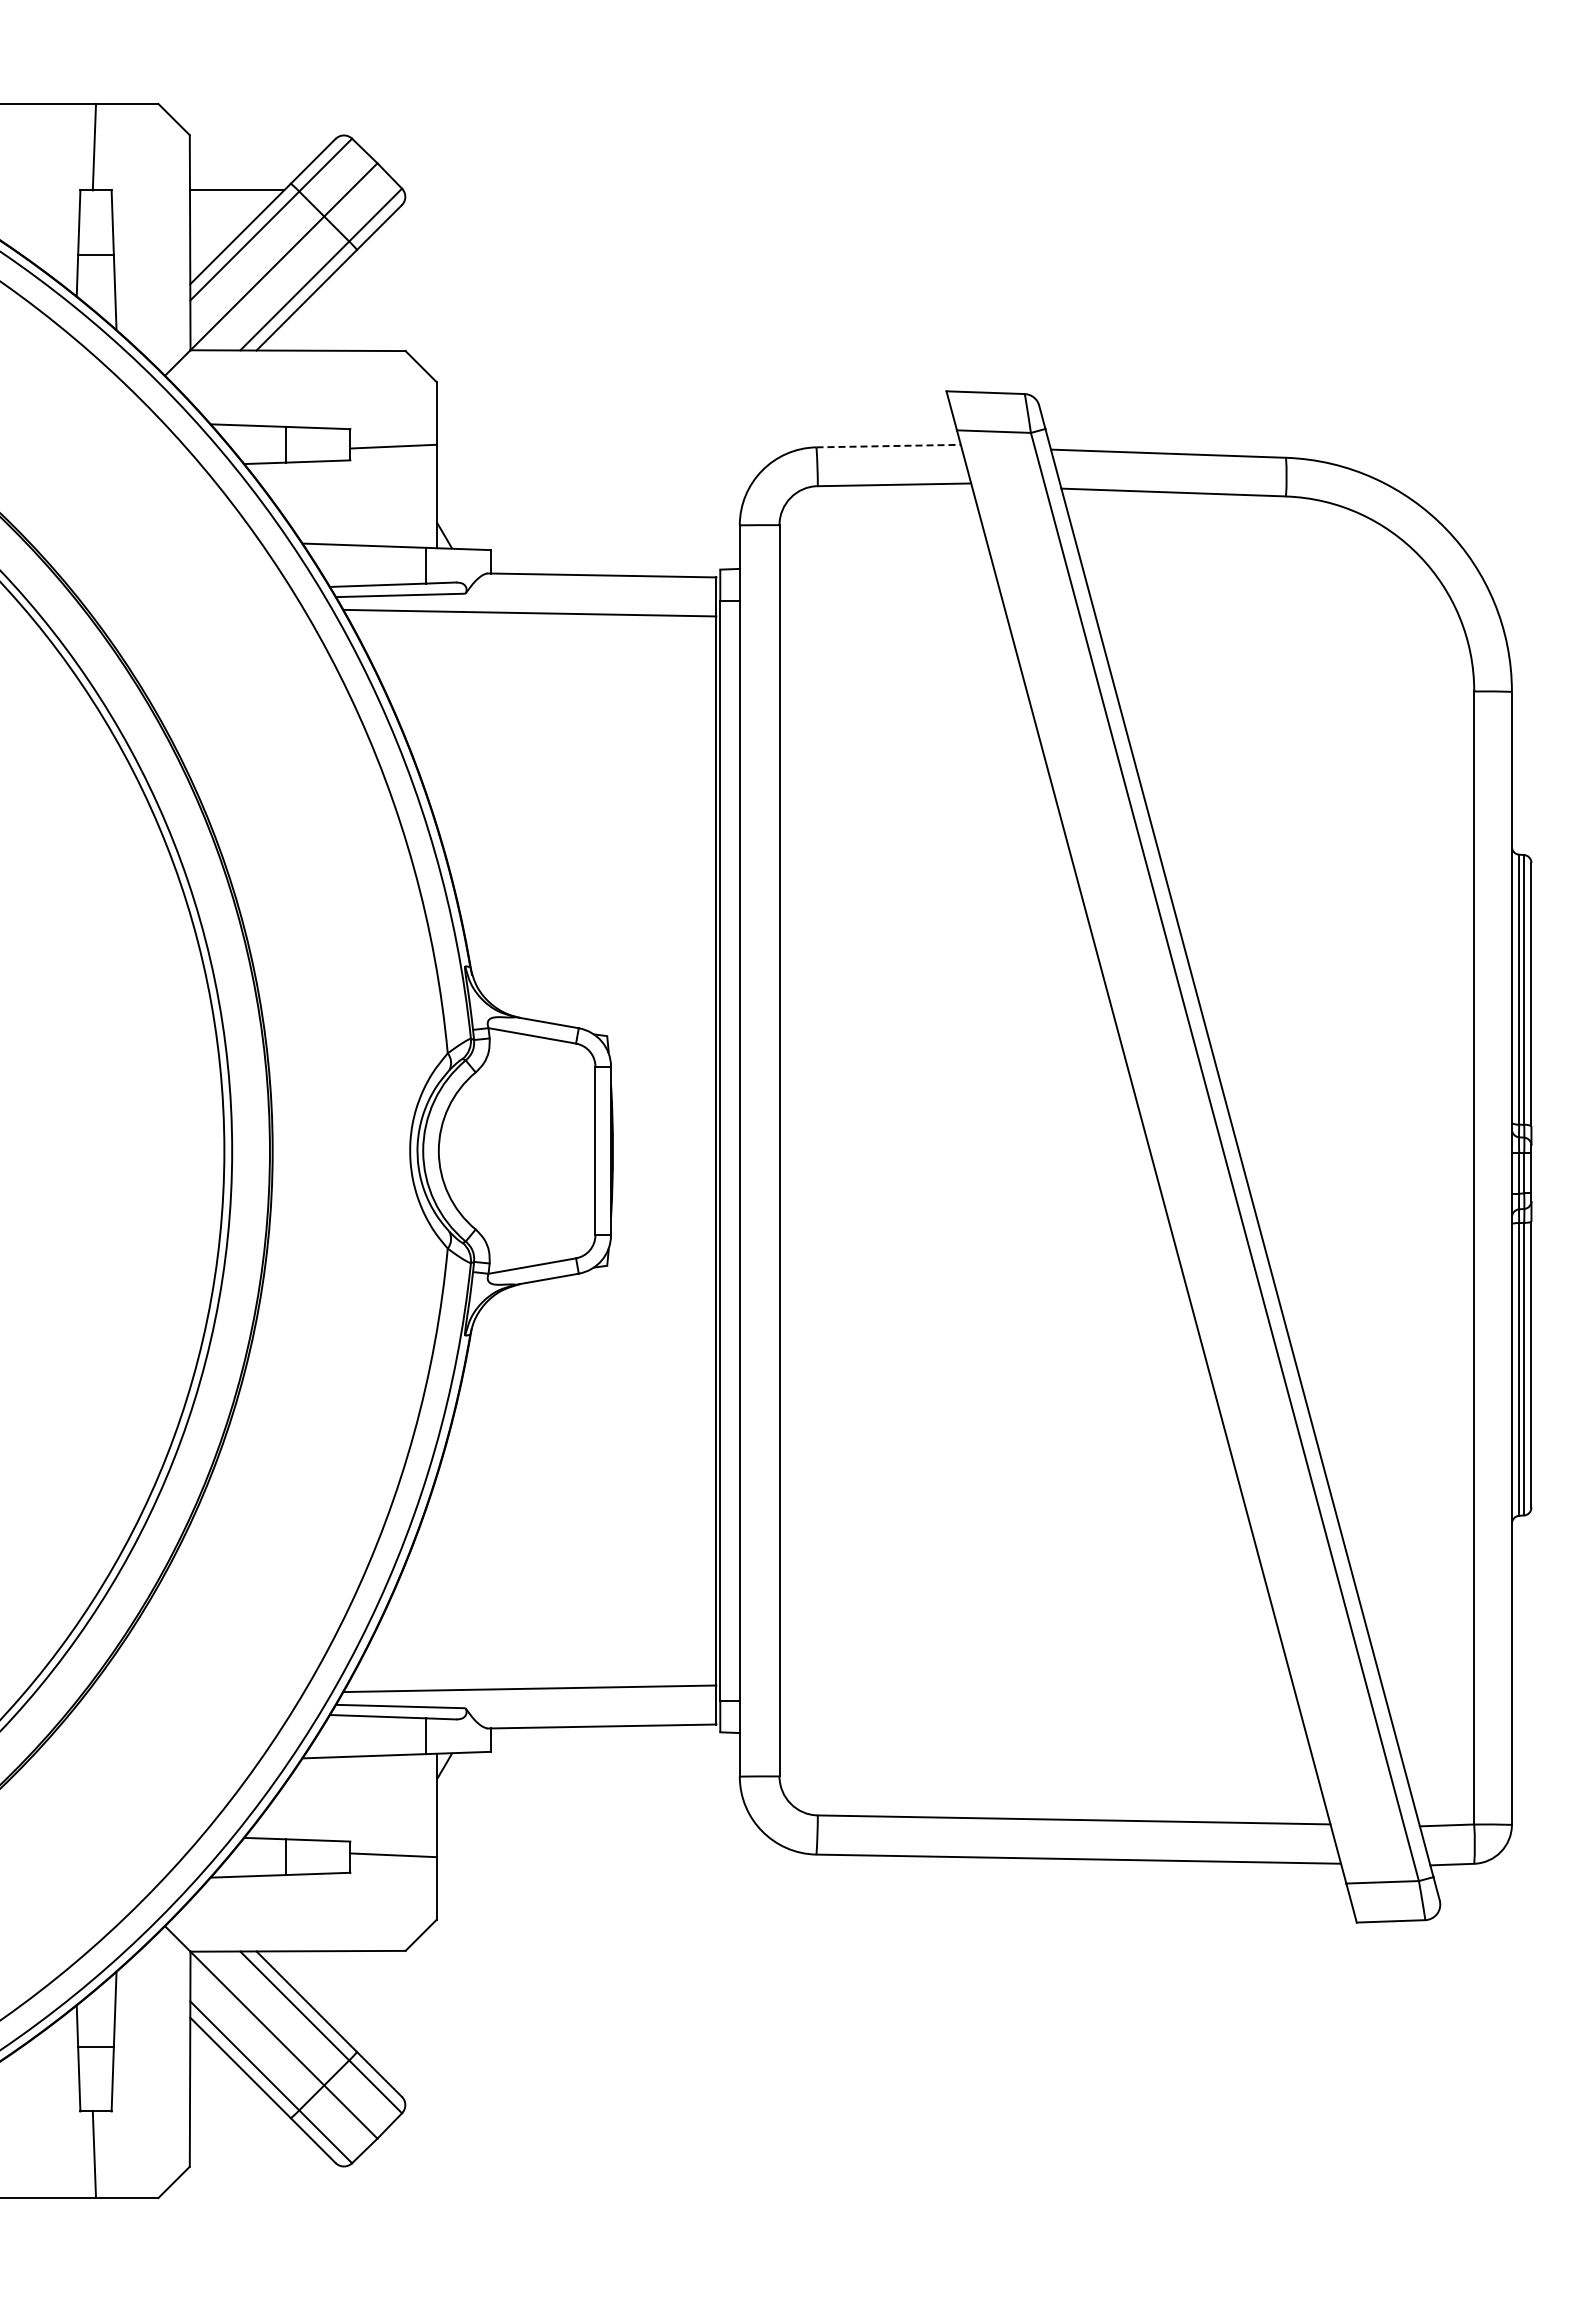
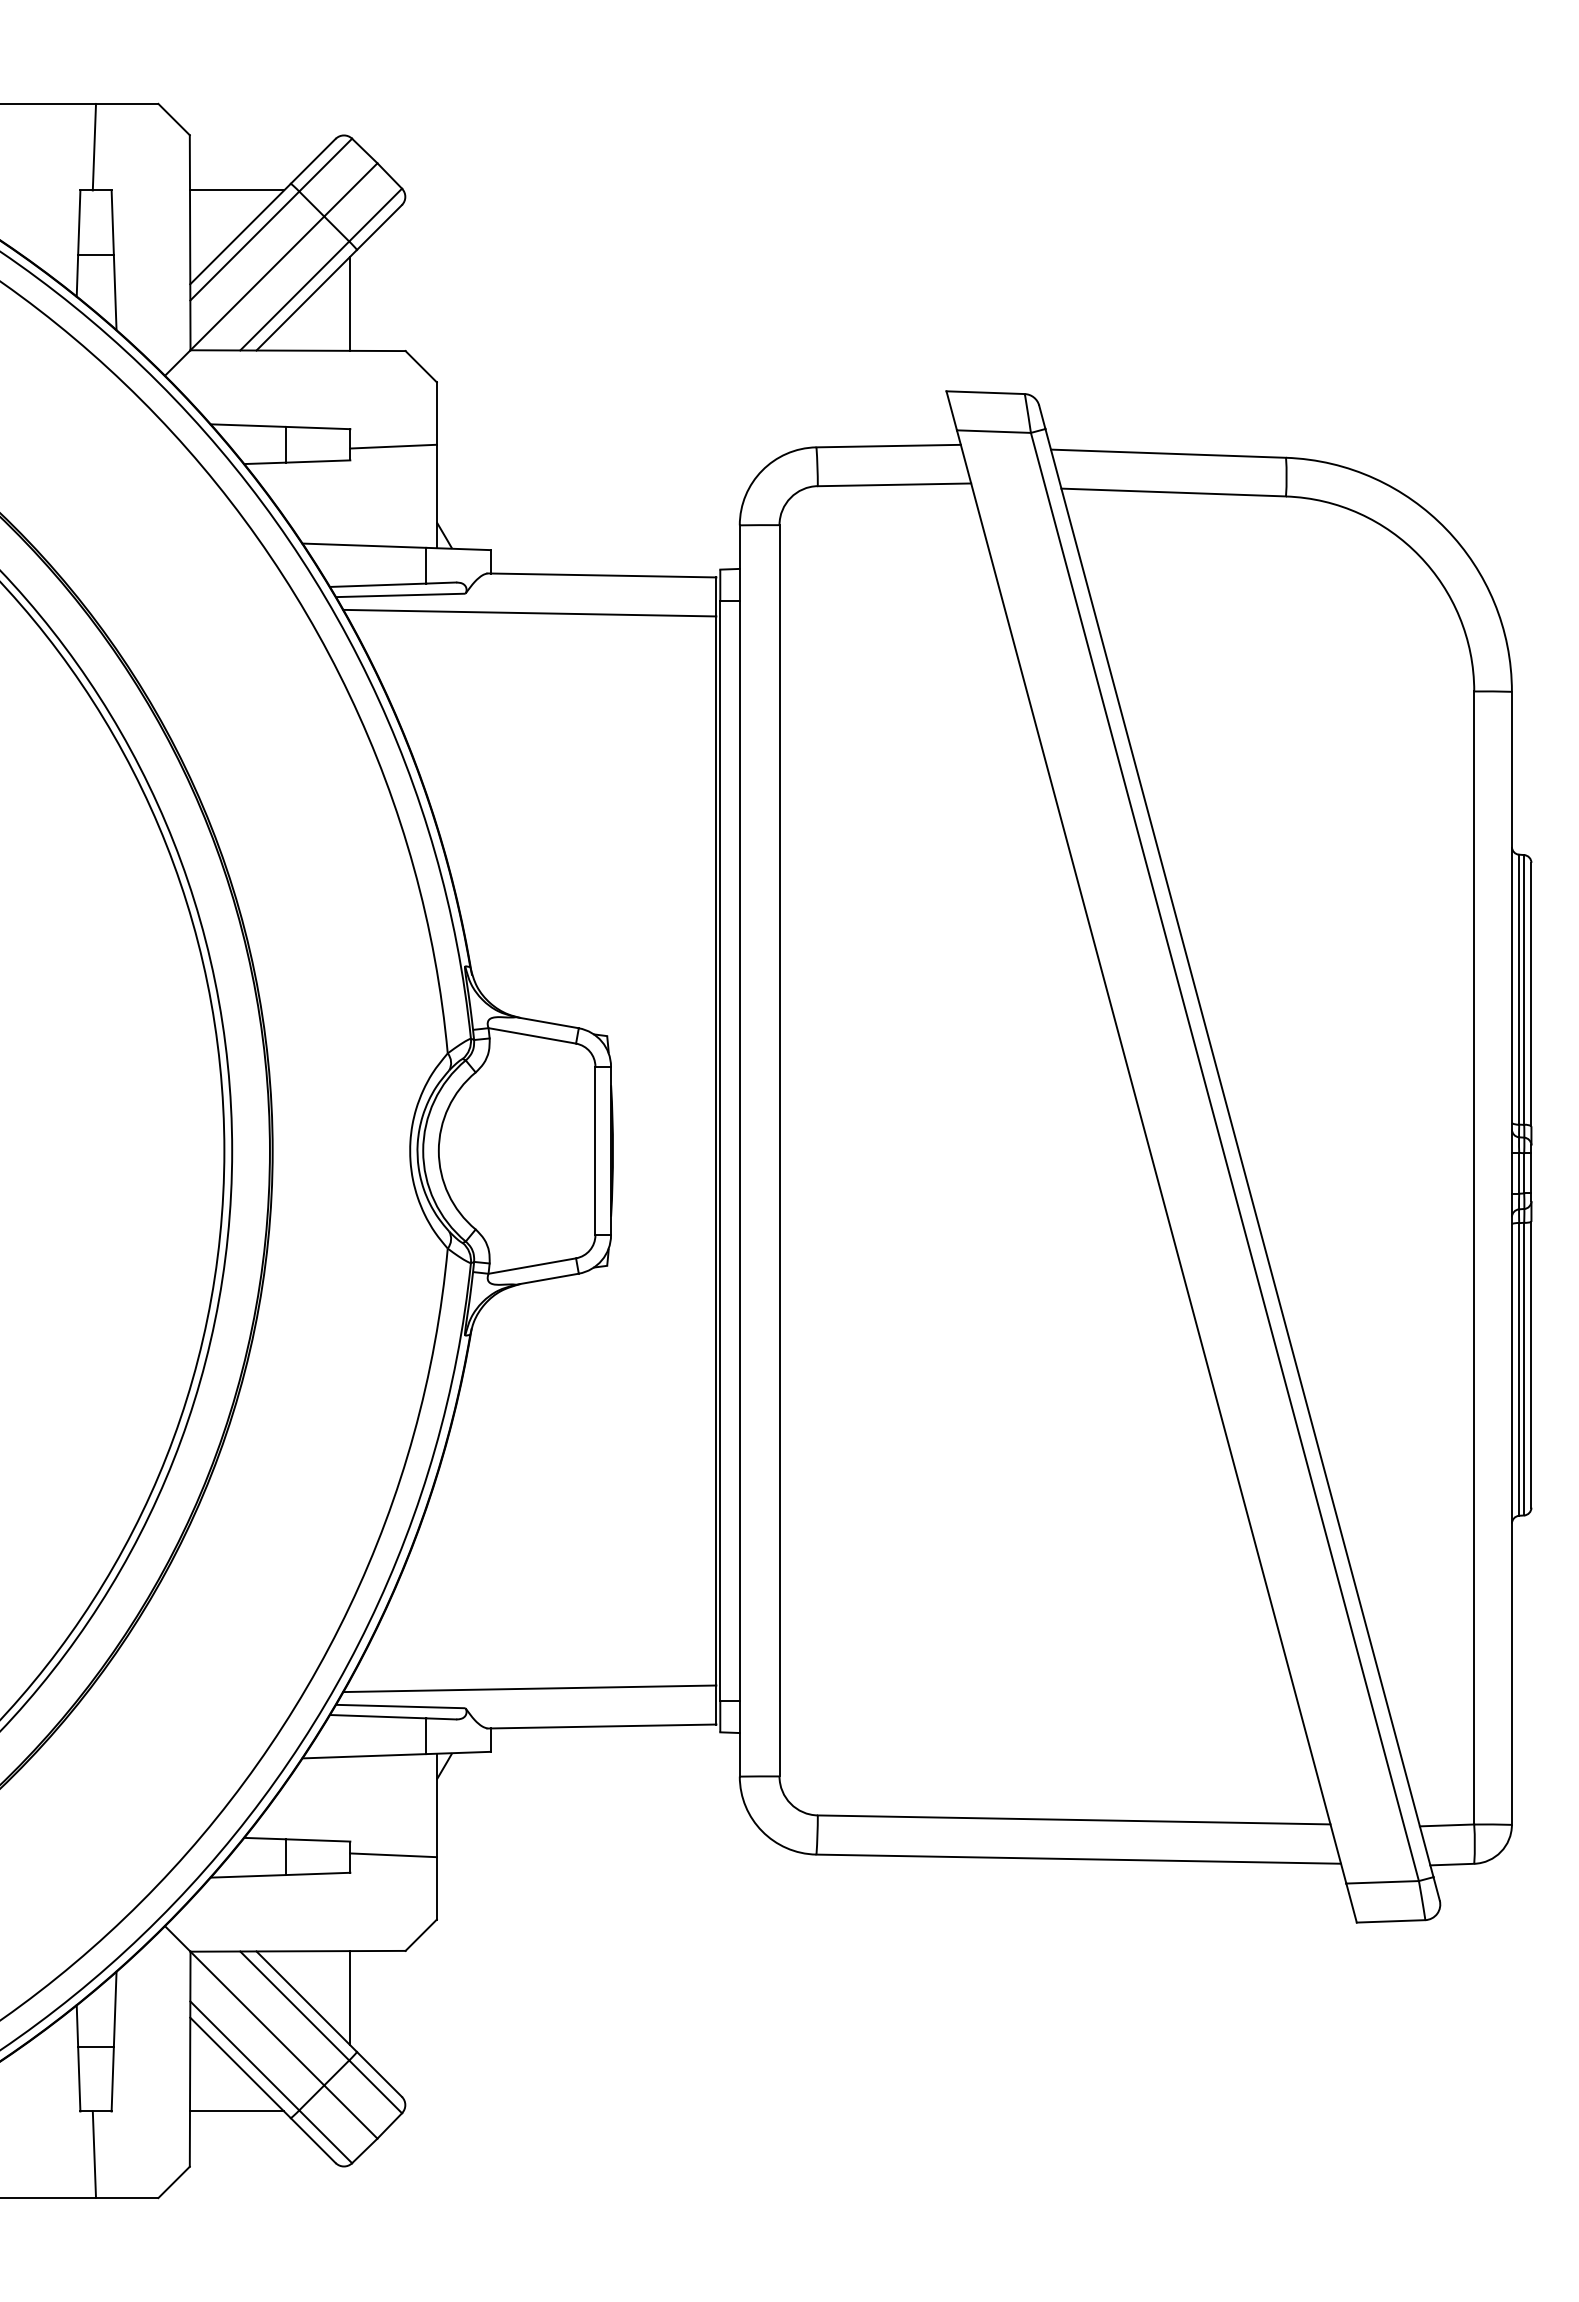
line at (350, 303): none -> present
line at (889, 446): dashed -> solid
line at (350, 1998): none -> present
line at (236, 2111): none -> present
